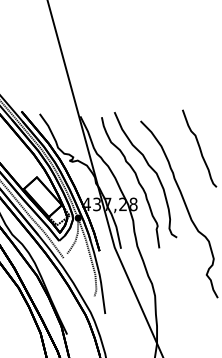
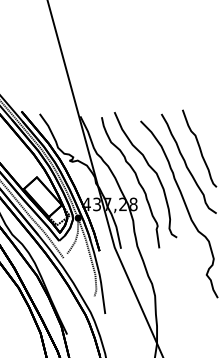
curve at (186, 163): none -> present
